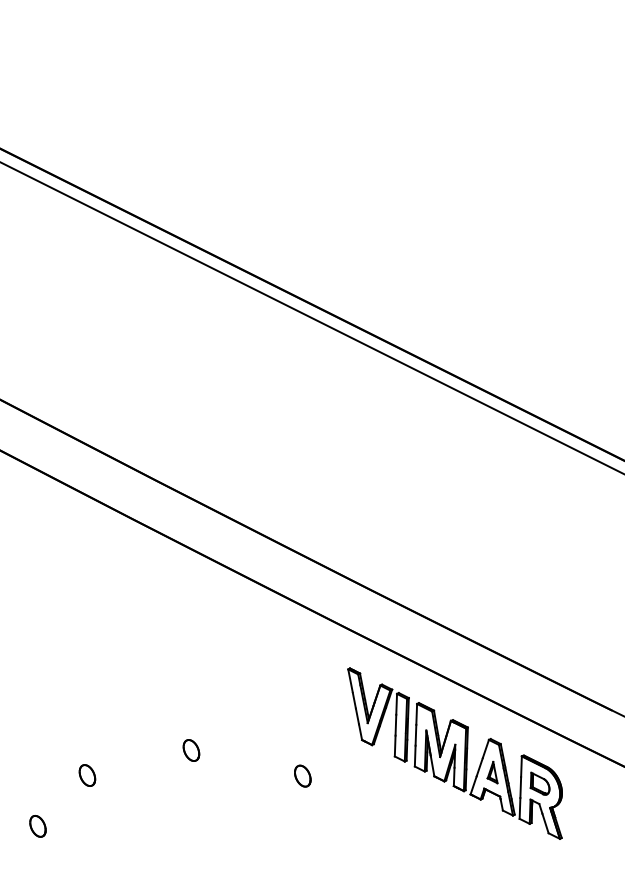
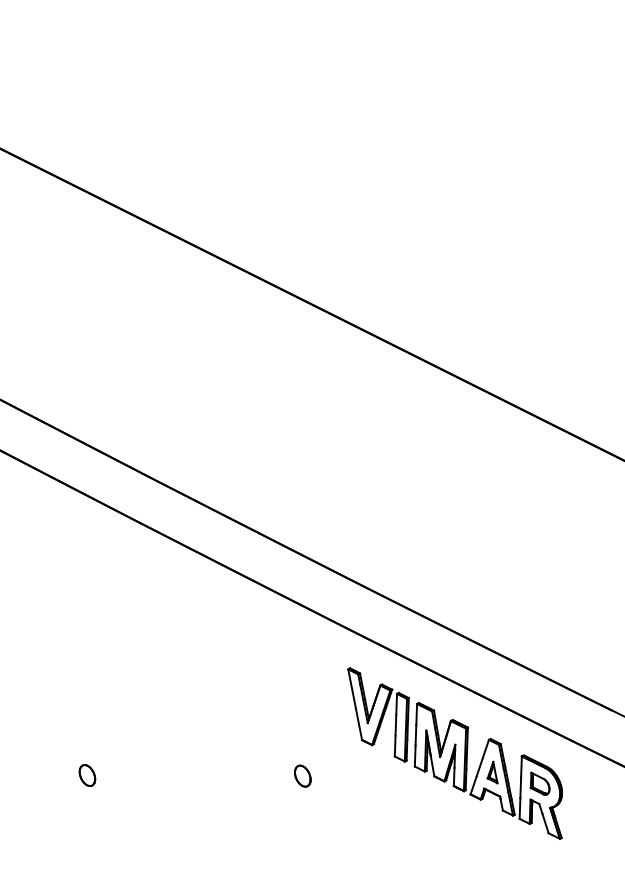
line at (311, 318): present -> none
part at (191, 750): present -> none
part at (37, 826): present -> none
